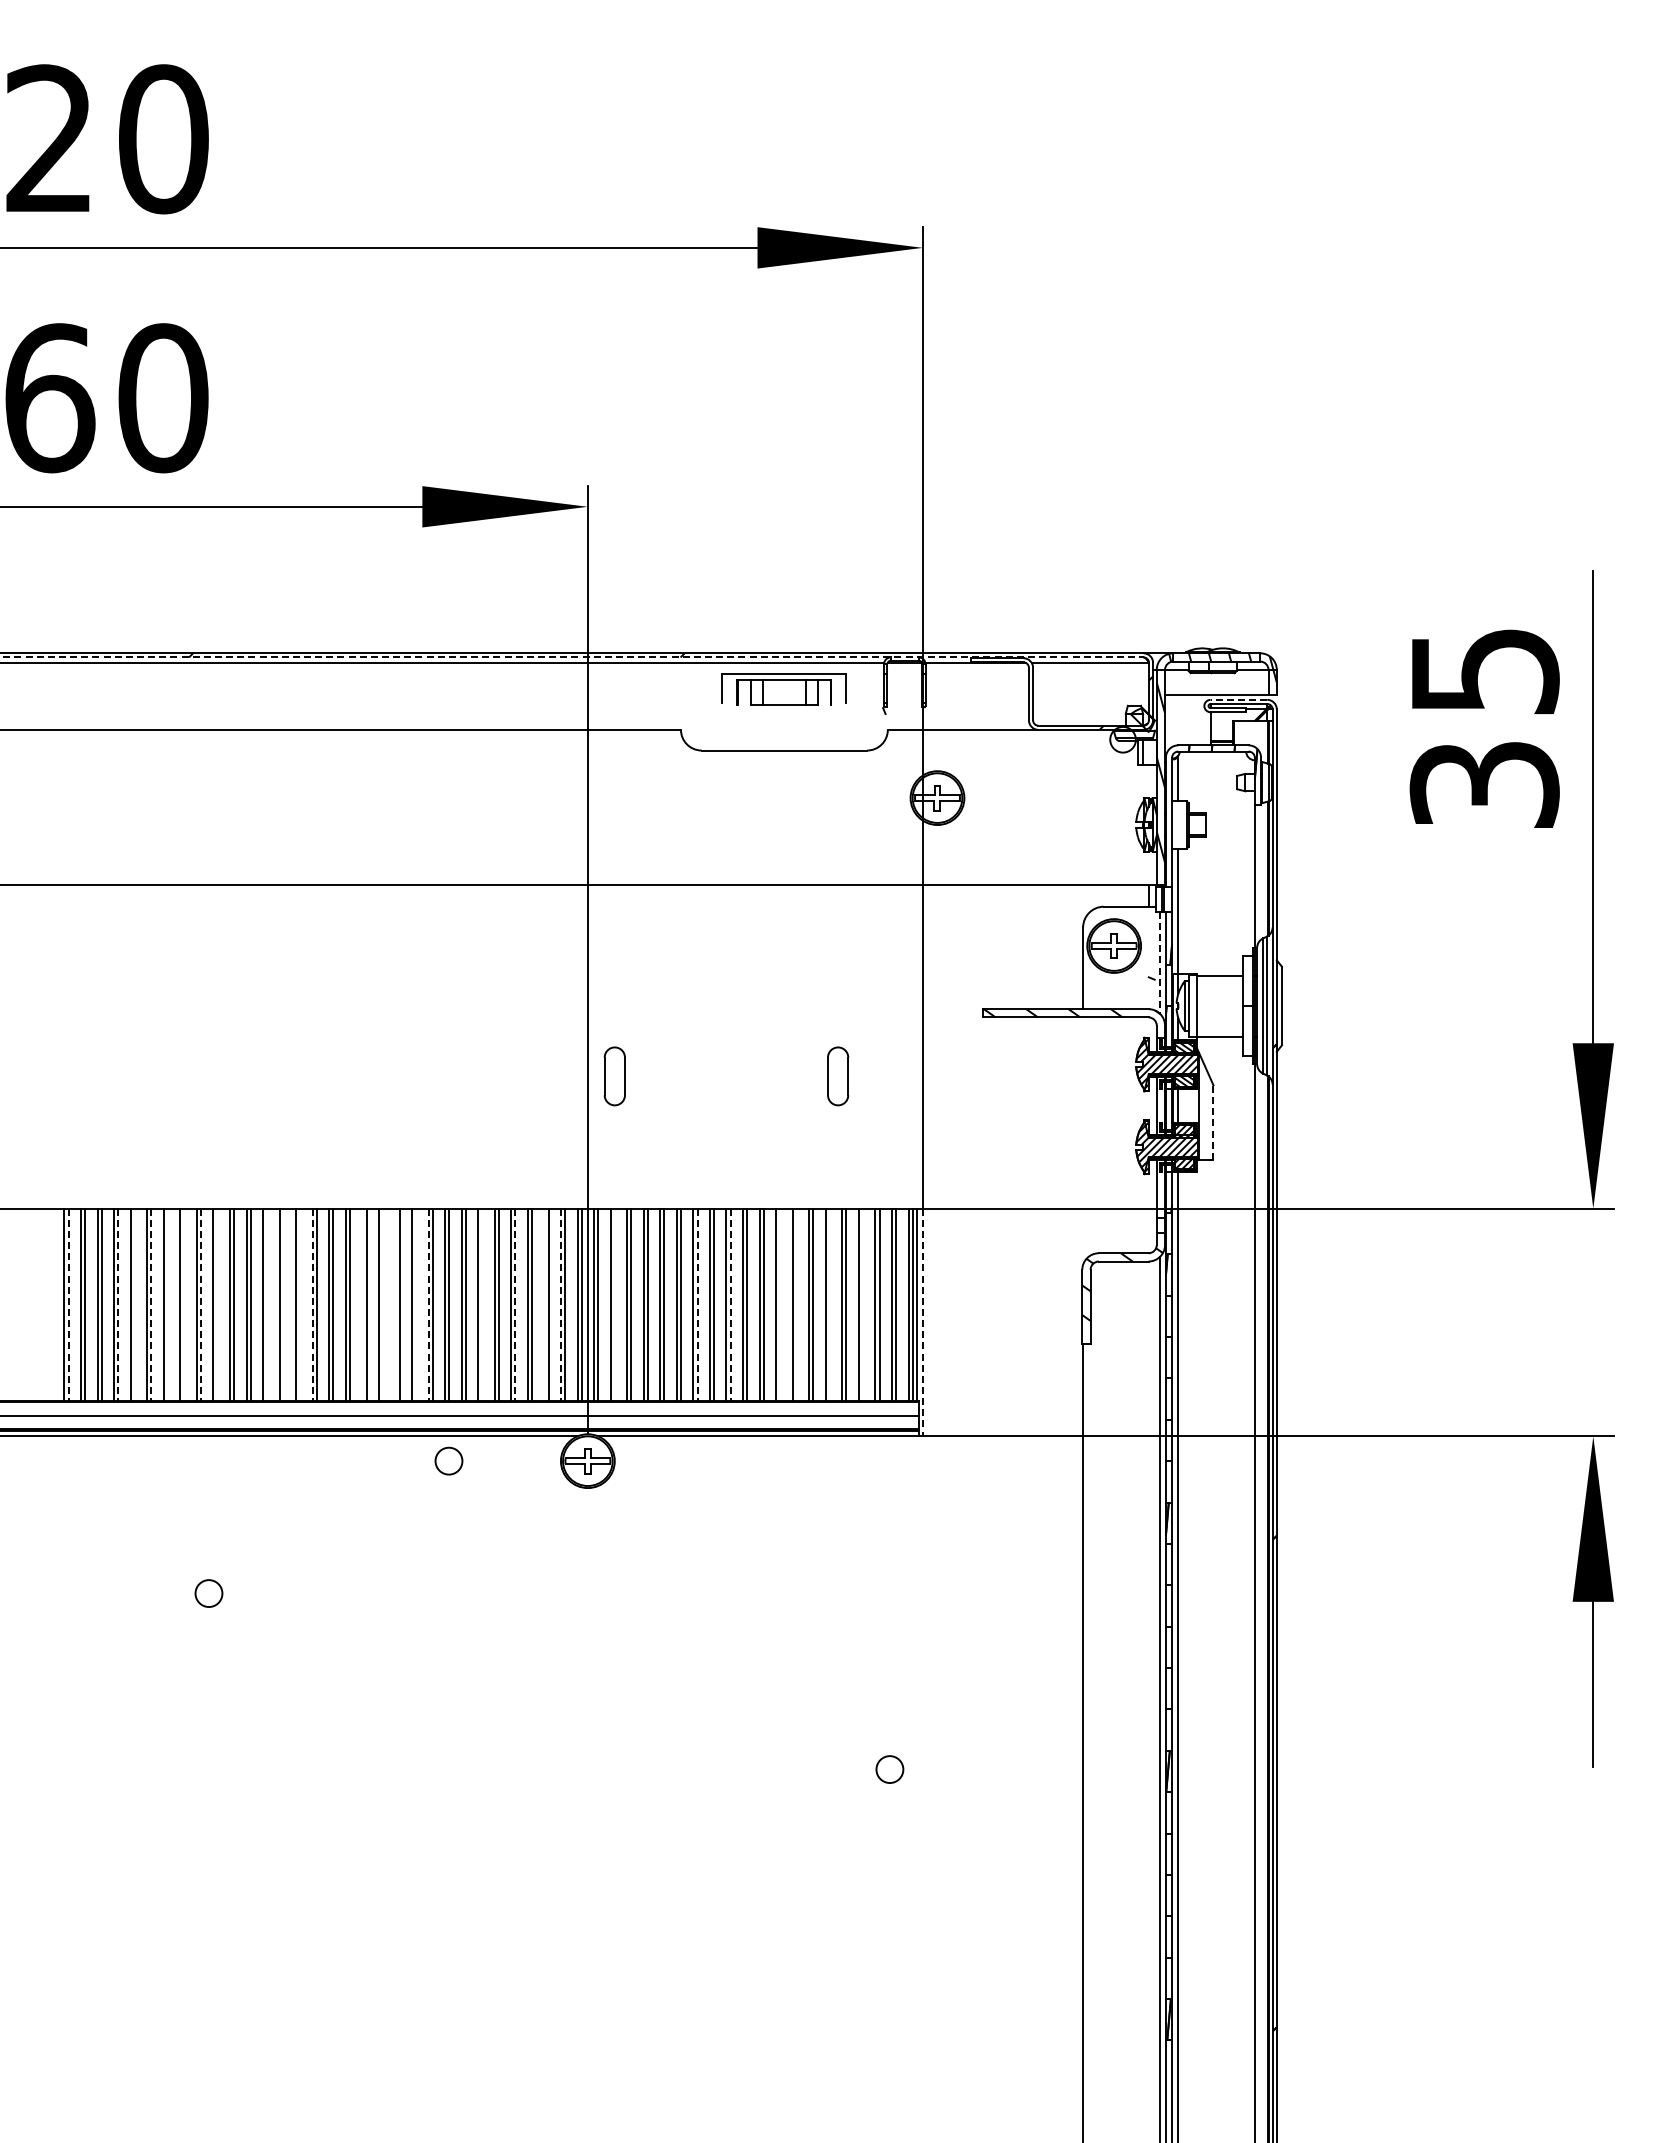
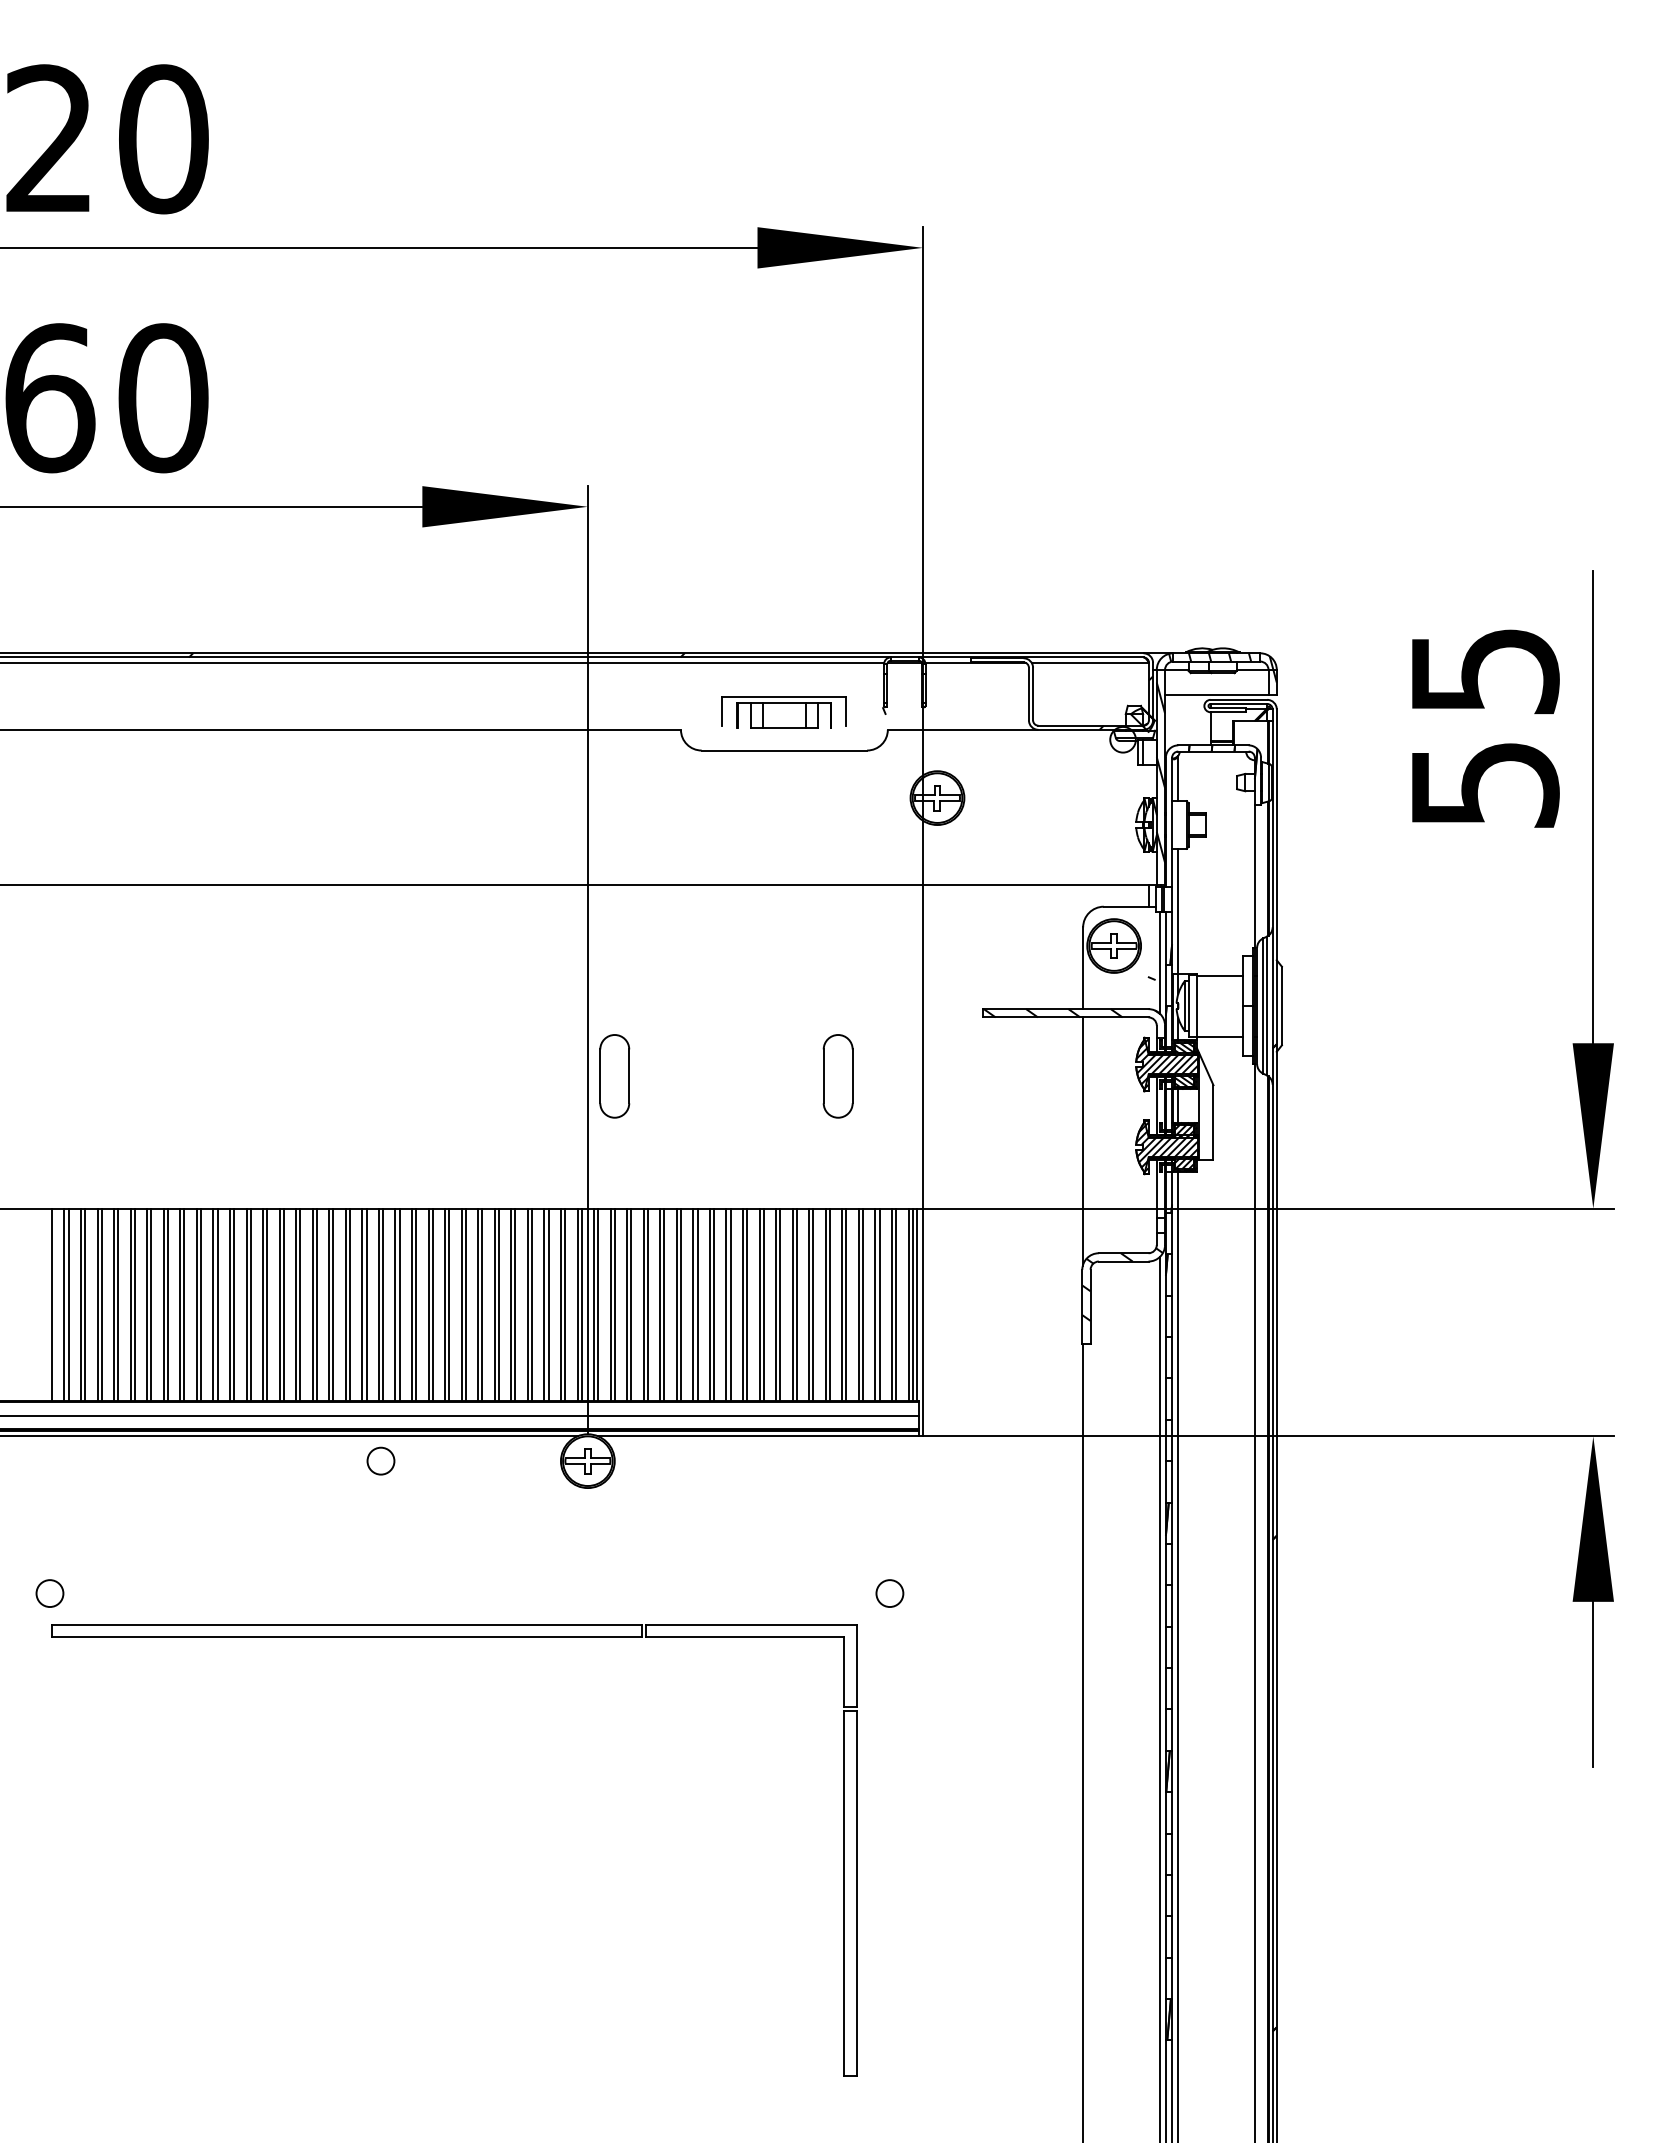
line at (571, 657): dashed -> solid
part at (783, 689) position: (783, 689) -> (783, 712)
line at (1238, 699): dashed -> solid
text at (1484, 784): 35 -> 55
line at (1159, 962): dashed -> solid
part at (614, 1076) size: 23x61 px -> 32x85 px
part at (838, 1076) size: 23x61 px -> 32x85 px
line at (1213, 1122): dashed -> solid
line at (1083, 1141): none -> present
line at (52, 1304): none -> present
line at (134, 1304): none -> present
line at (167, 1304): none -> present
line at (184, 1304): none -> present
line at (217, 1304): none -> present
line at (267, 1304): none -> present
line at (283, 1304): none -> present
line at (300, 1304): none -> present
line at (362, 1304): none -> present
line at (383, 1304): none -> present
line at (395, 1304): none -> present
line at (416, 1304): none -> present
line at (482, 1304): none -> present
line at (544, 1304): none -> present
line at (614, 1304): none -> present
line at (780, 1304): none -> present
line at (796, 1304): none -> present
line at (829, 1304): none -> present
line at (863, 1304): none -> present
line at (68, 1305): dashed -> solid
line at (118, 1305): dashed -> solid
line at (151, 1305): dashed -> solid
line at (201, 1305): dashed -> solid
line at (312, 1305): dashed -> solid
line at (428, 1305): dashed -> solid
line at (515, 1305): dashed -> solid
line at (560, 1305): dashed -> solid
line at (697, 1305): dashed -> solid
line at (730, 1305): dashed -> solid
line at (923, 1322): dashed -> solid
circle at (448, 1460) position: (448, 1460) -> (380, 1460)
circle at (208, 1593) position: (208, 1593) -> (49, 1593)
part at (454, 1637): none -> present
circle at (889, 1769) position: (889, 1769) -> (889, 1593)
